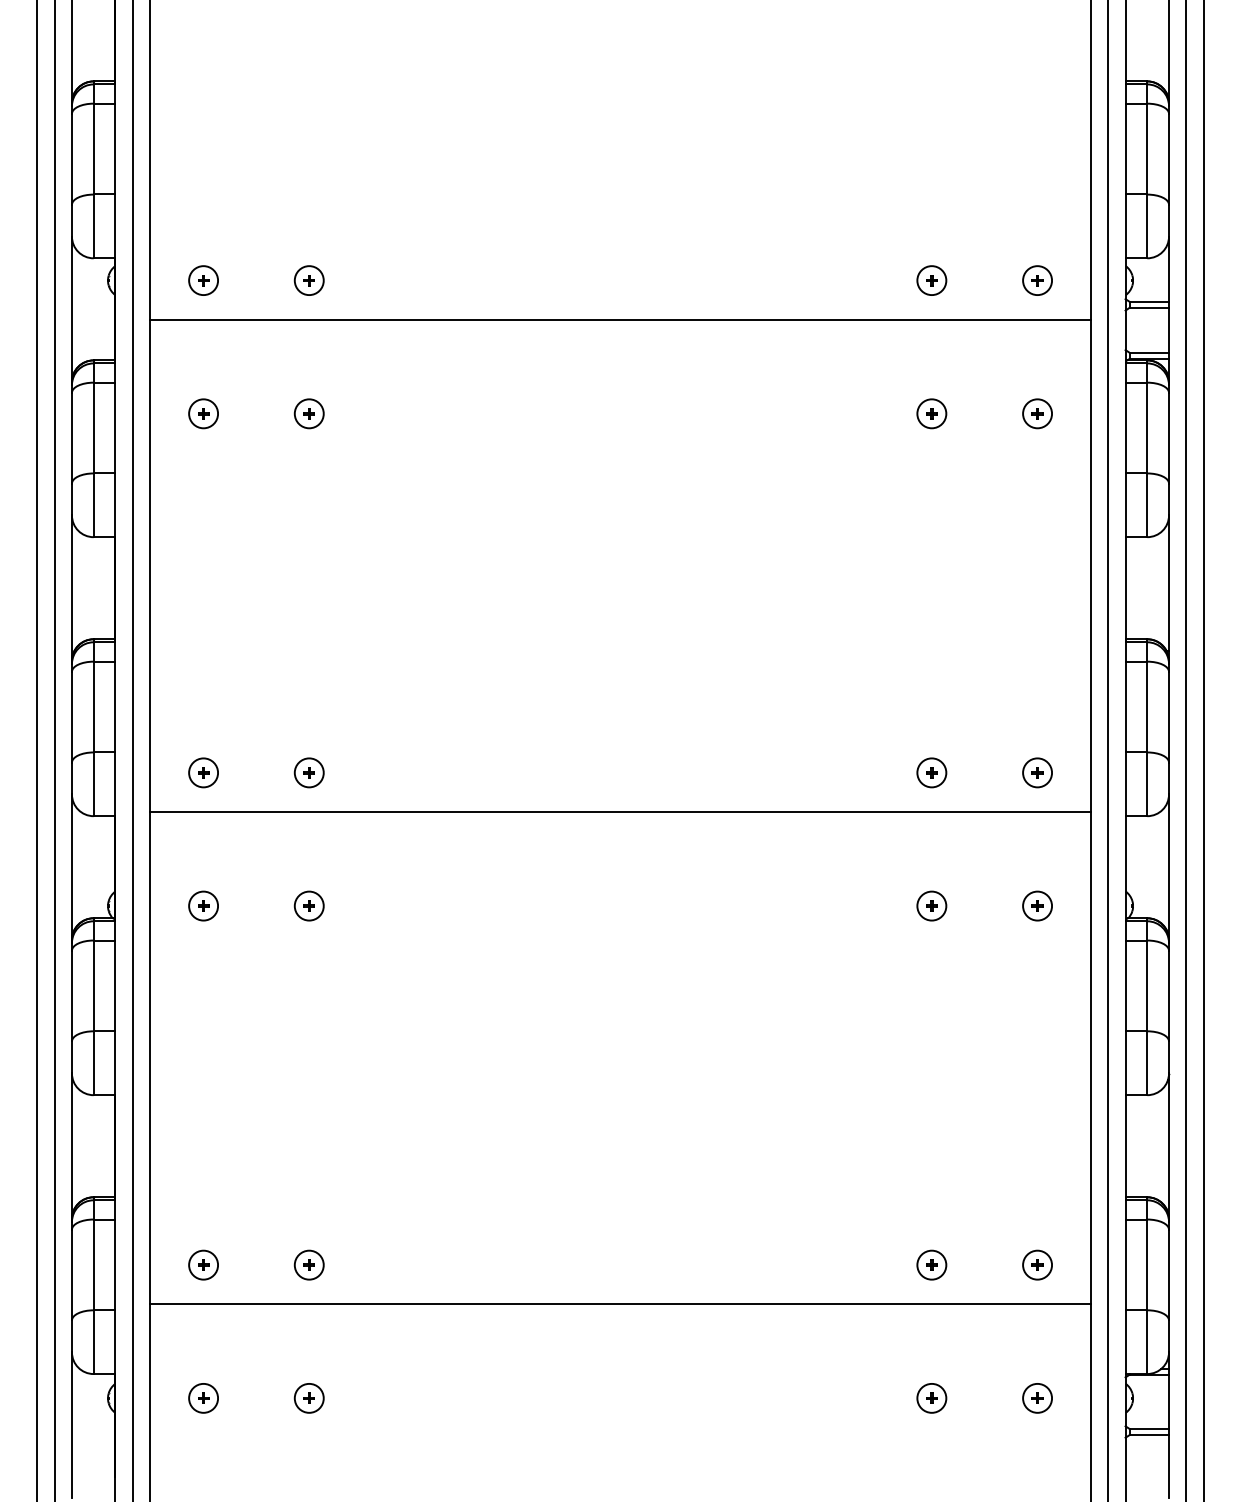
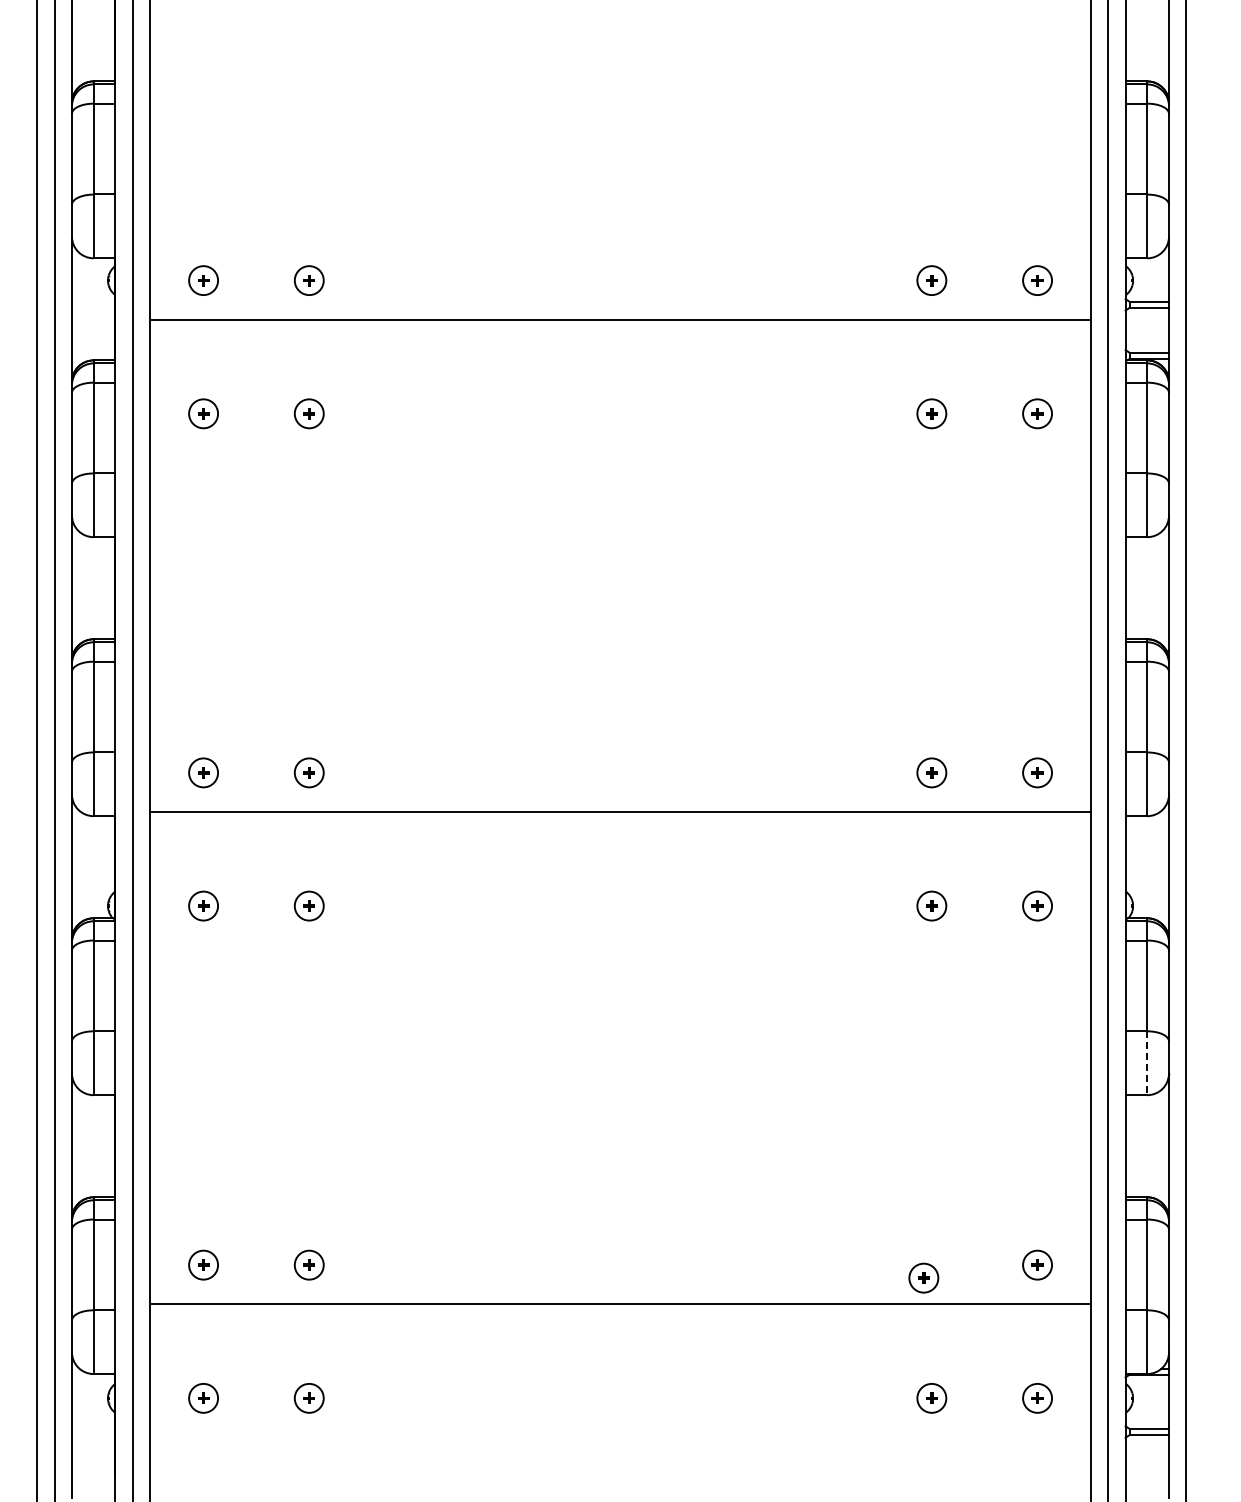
line at (1203, 750): present -> none
line at (1147, 1063): solid -> dashed
part at (931, 1264) position: (931, 1264) -> (923, 1277)
